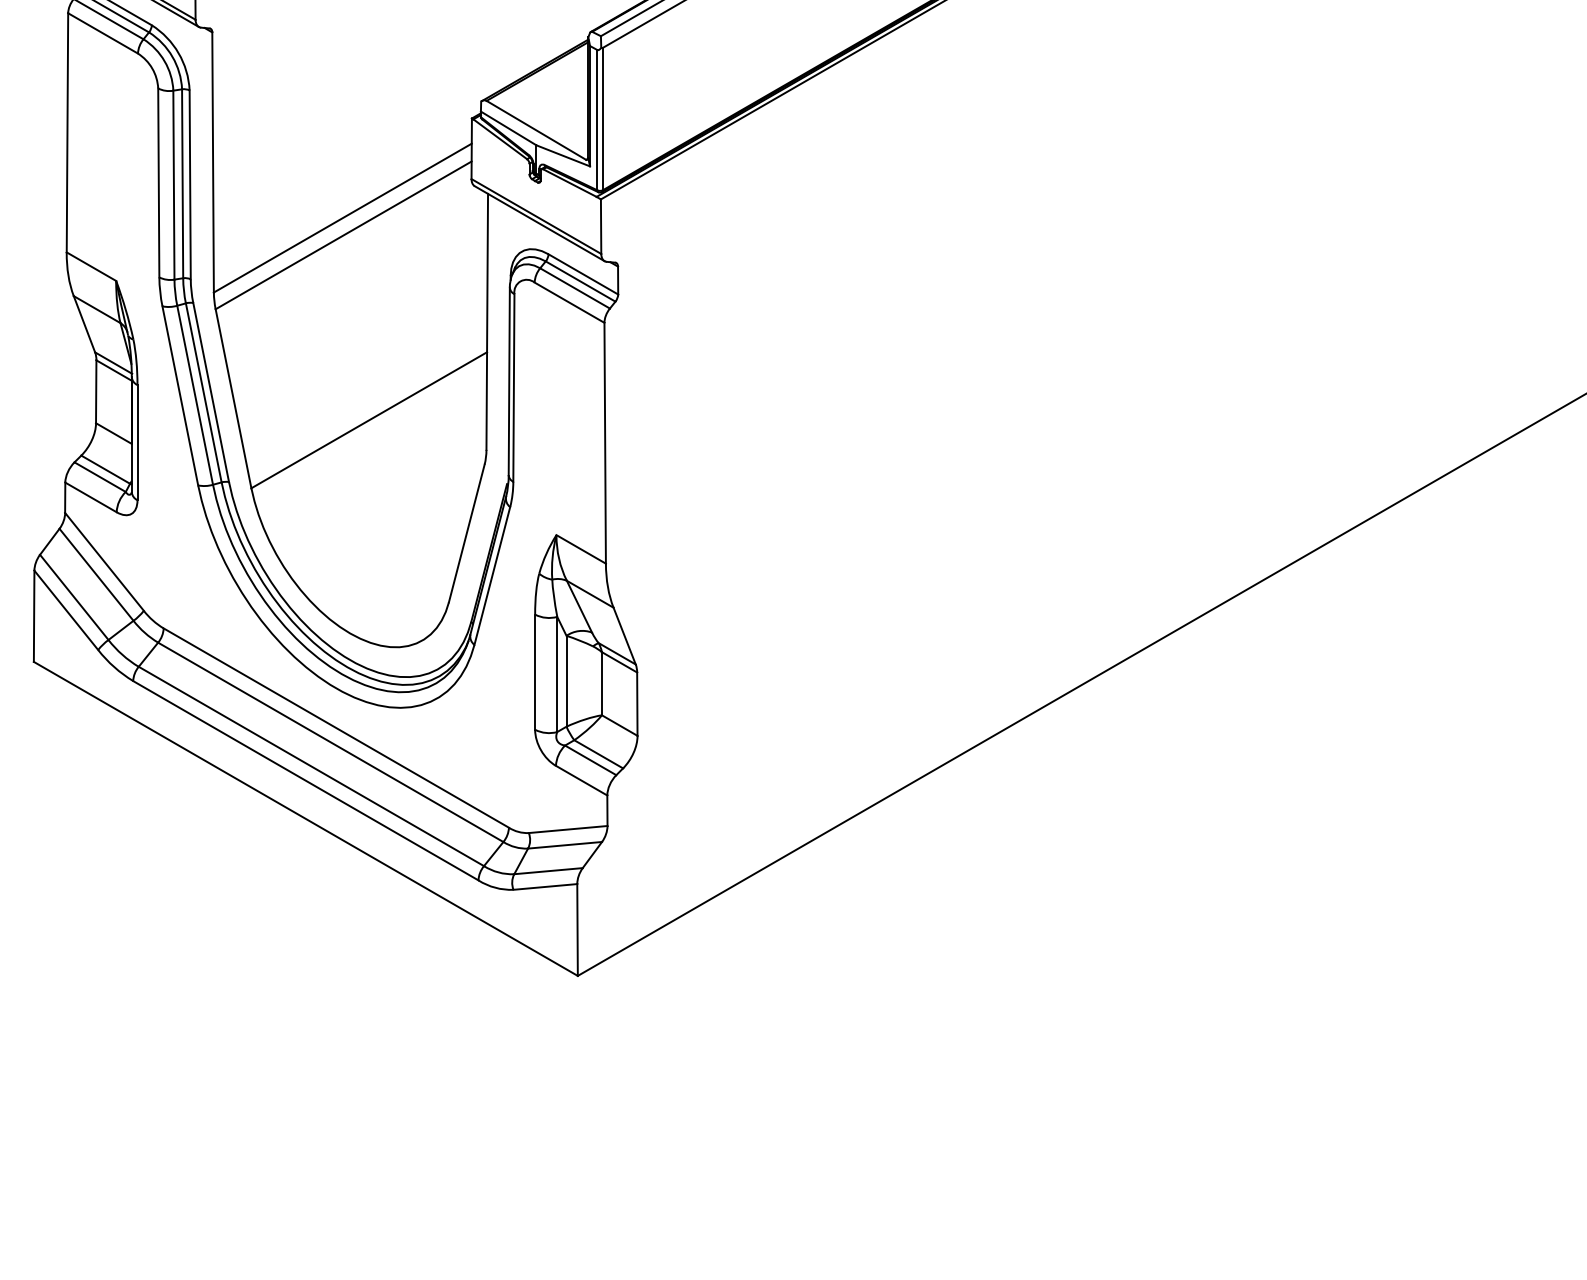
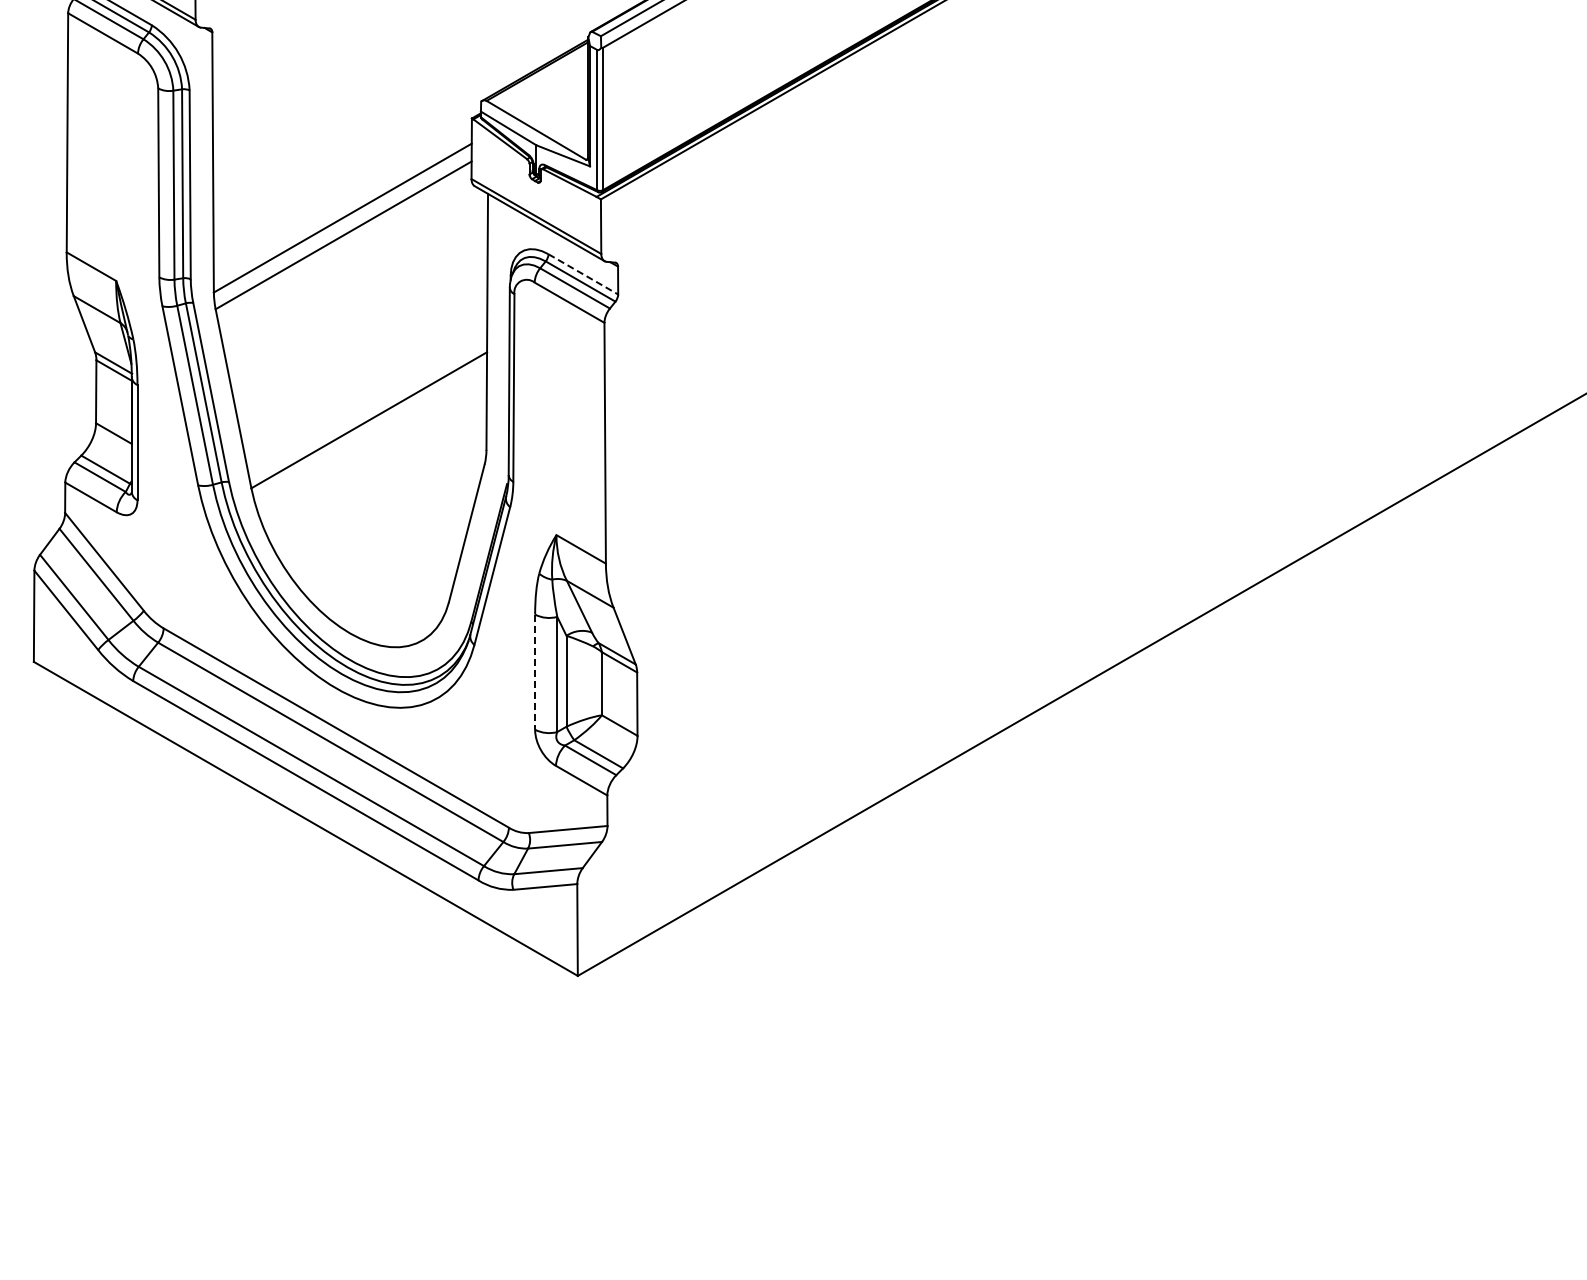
line at (583, 274): solid -> dashed
line at (535, 672): solid -> dashed
